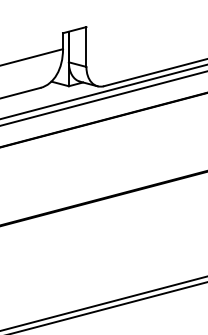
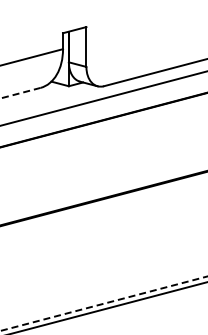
line at (103, 91): present -> none
line at (20, 93): solid -> dashed
line at (103, 303): solid -> dashed
